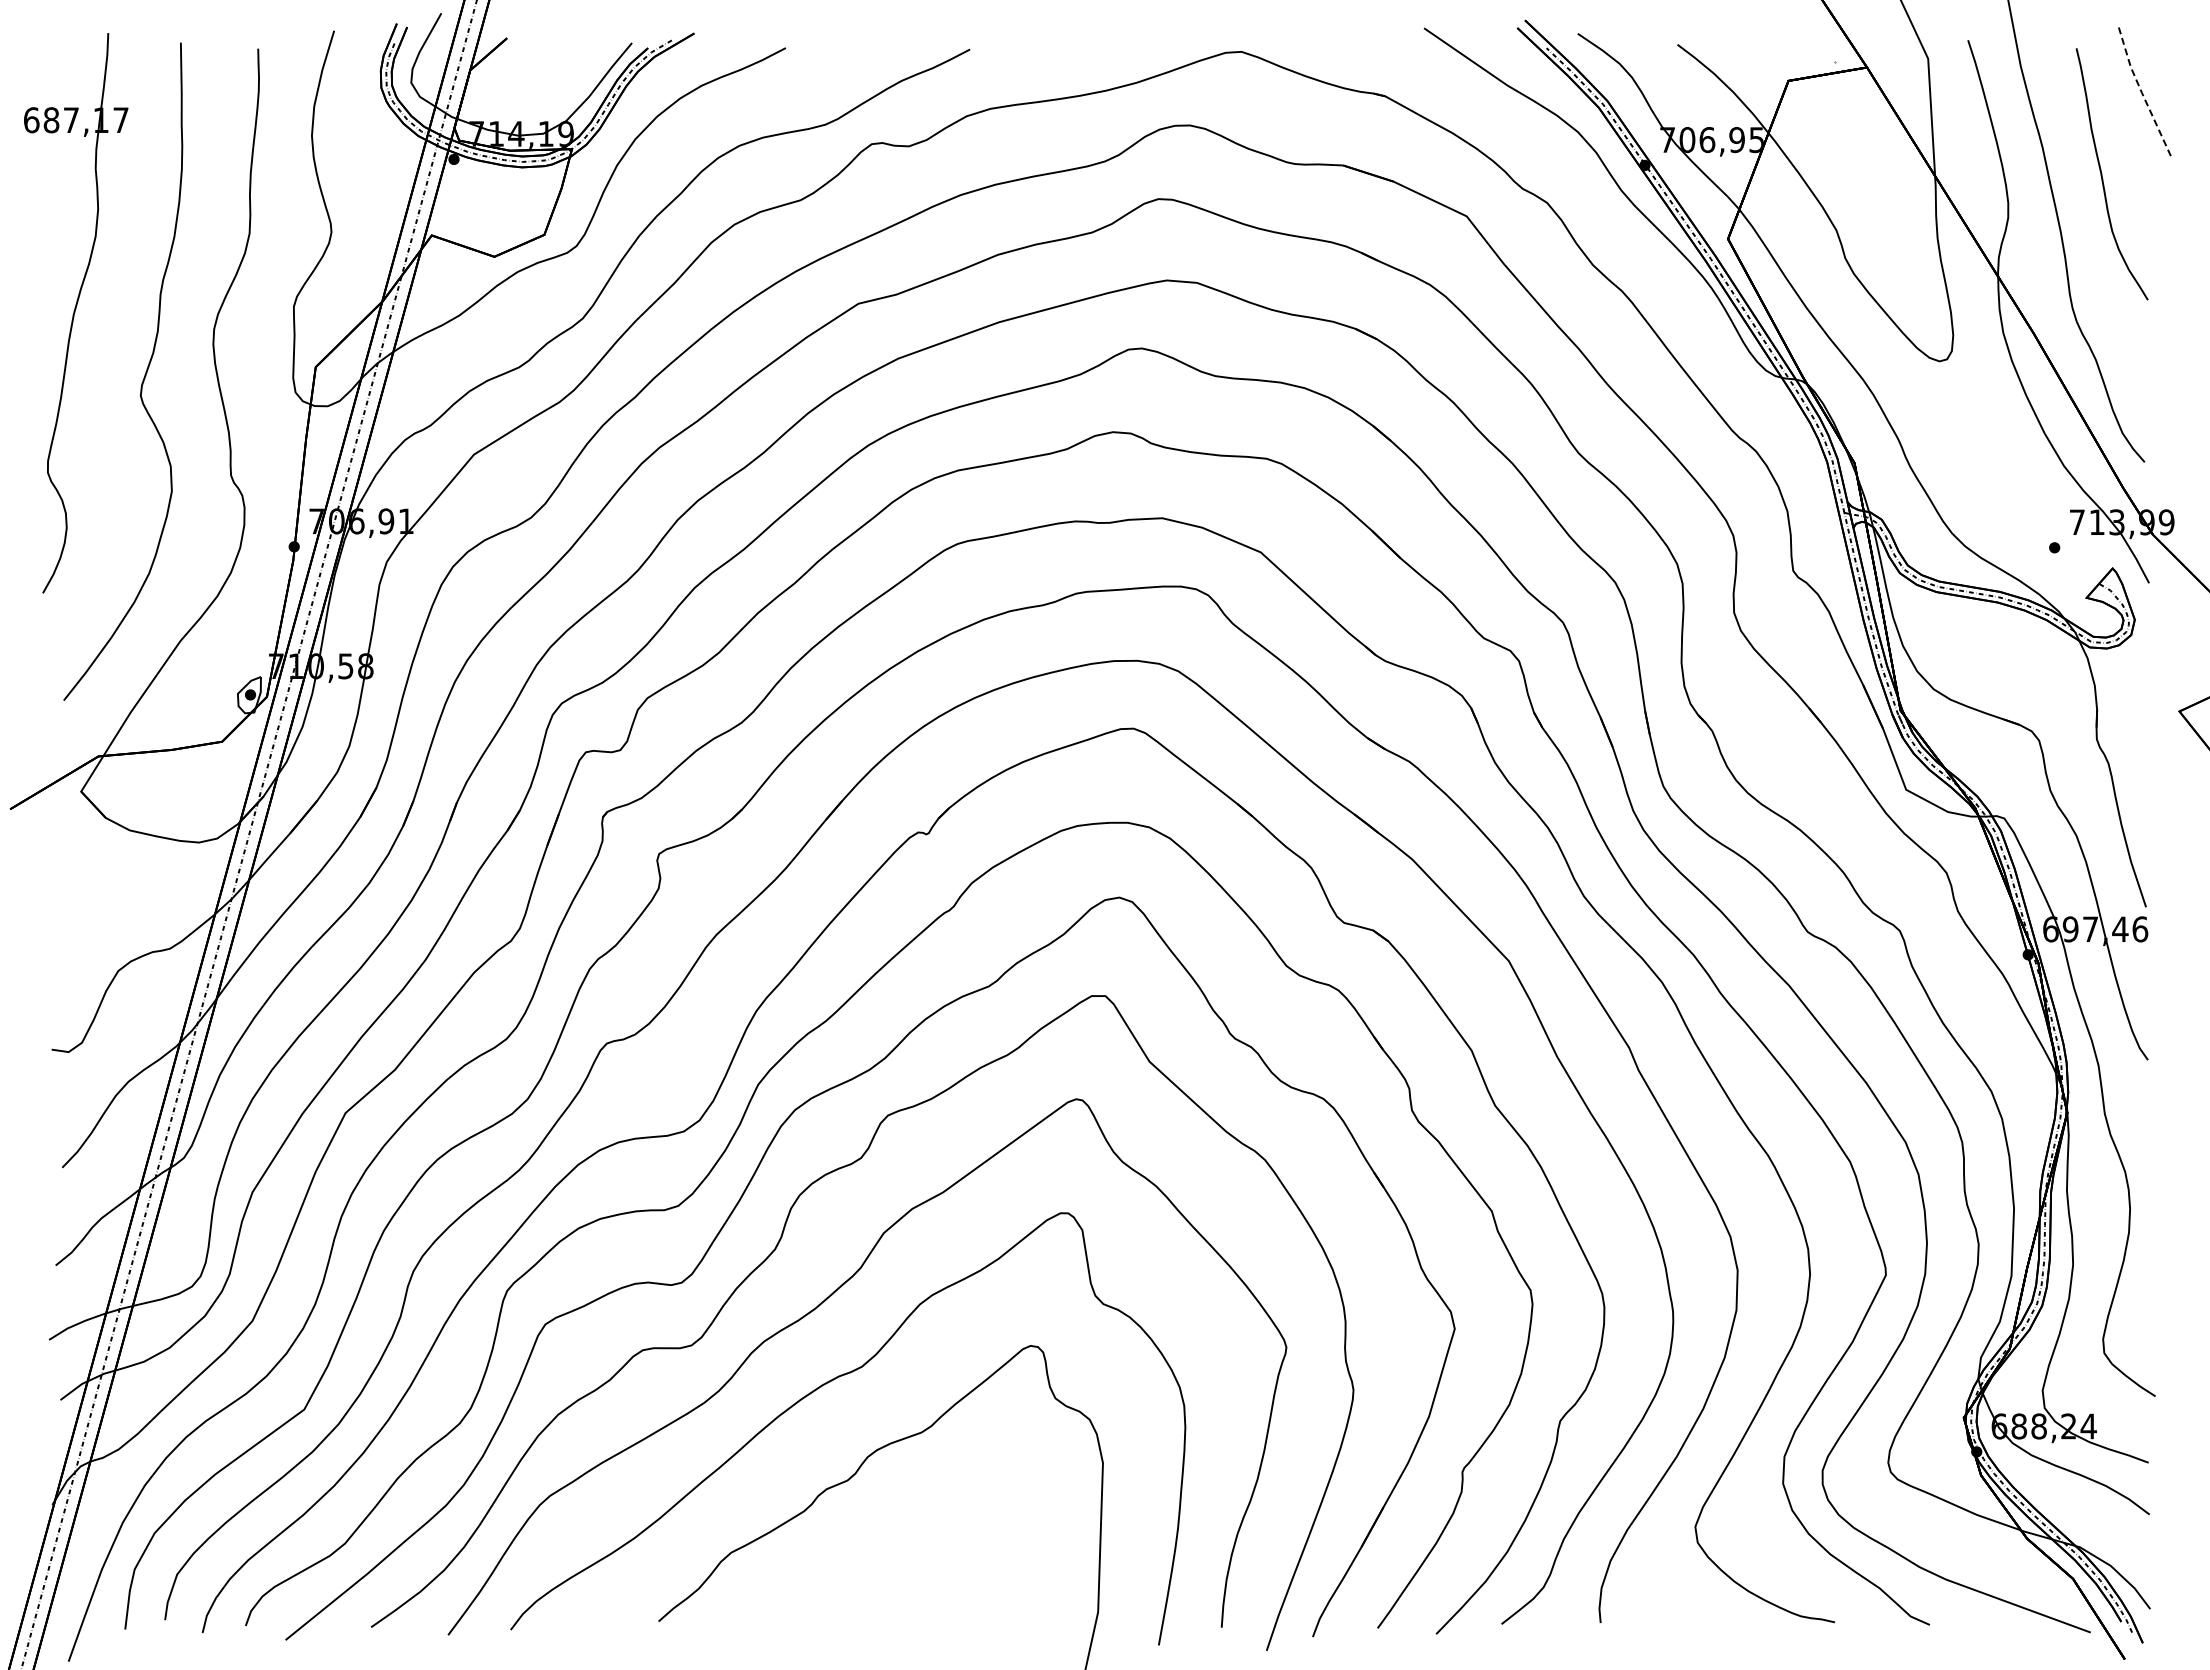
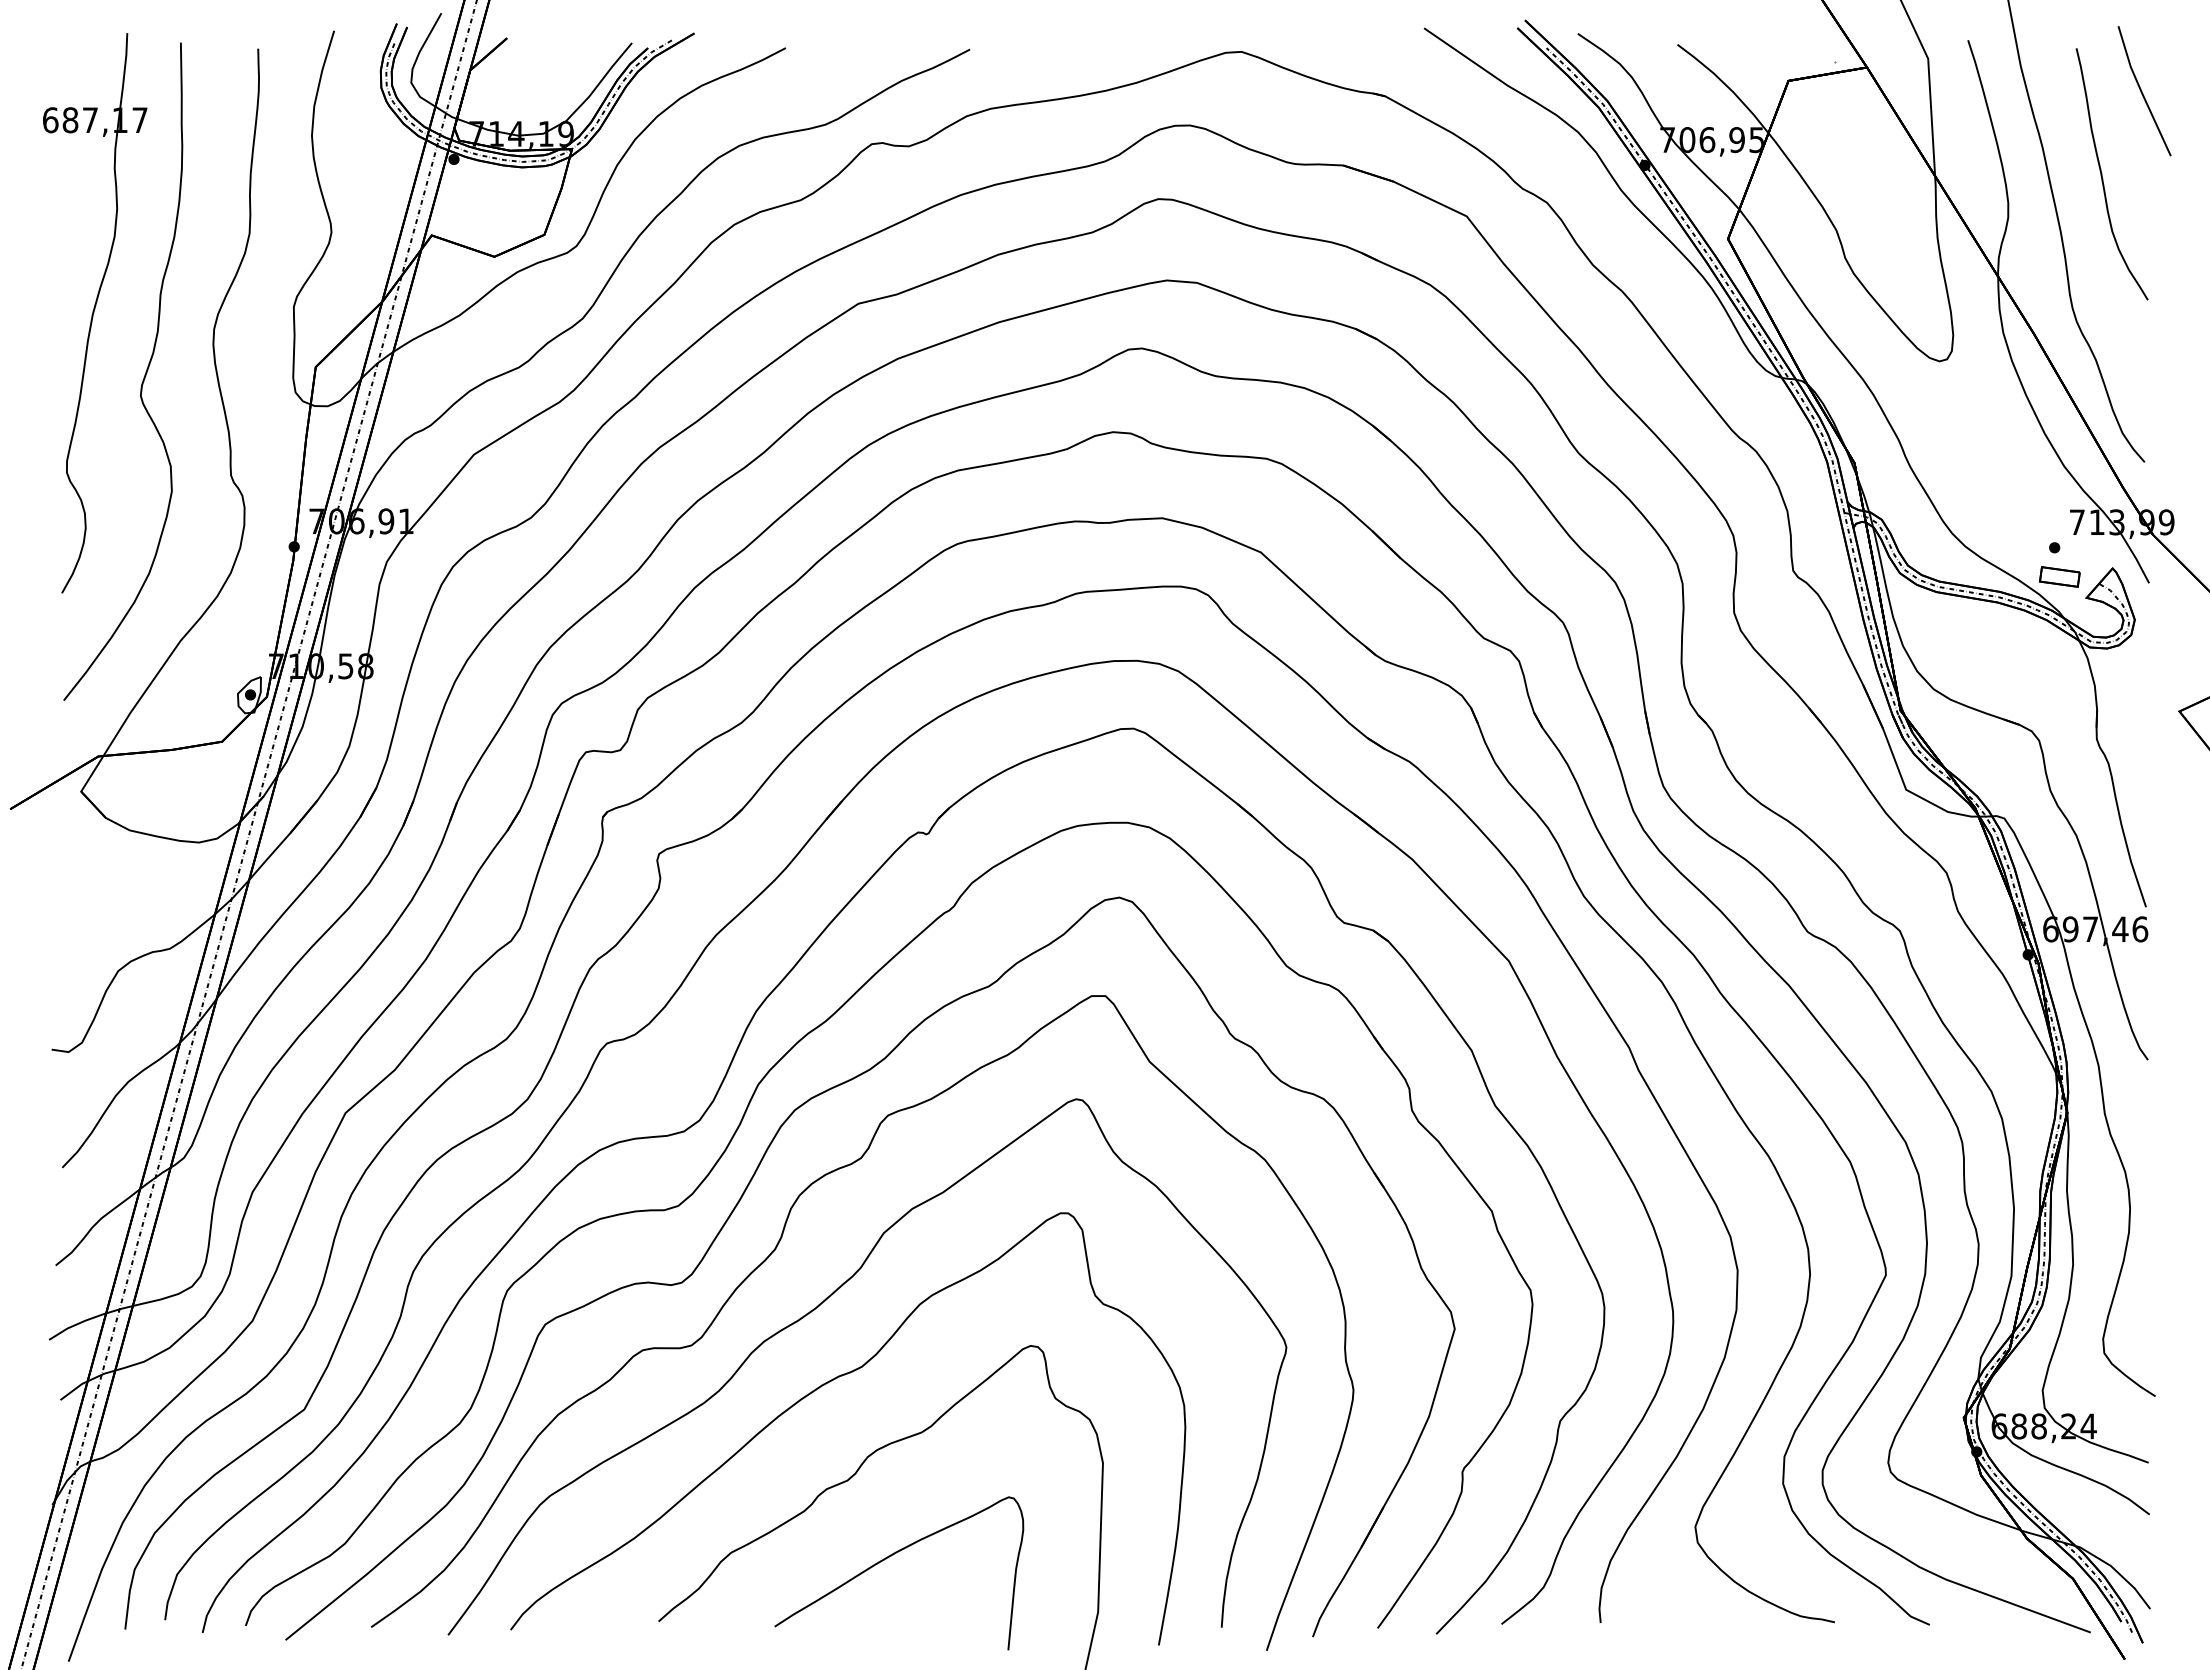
line at (2141, 92): dashed -> solid
part at (76, 313) position: (76, 313) -> (95, 313)
part at (2059, 576): none -> present
curve at (891, 1556): none -> present
